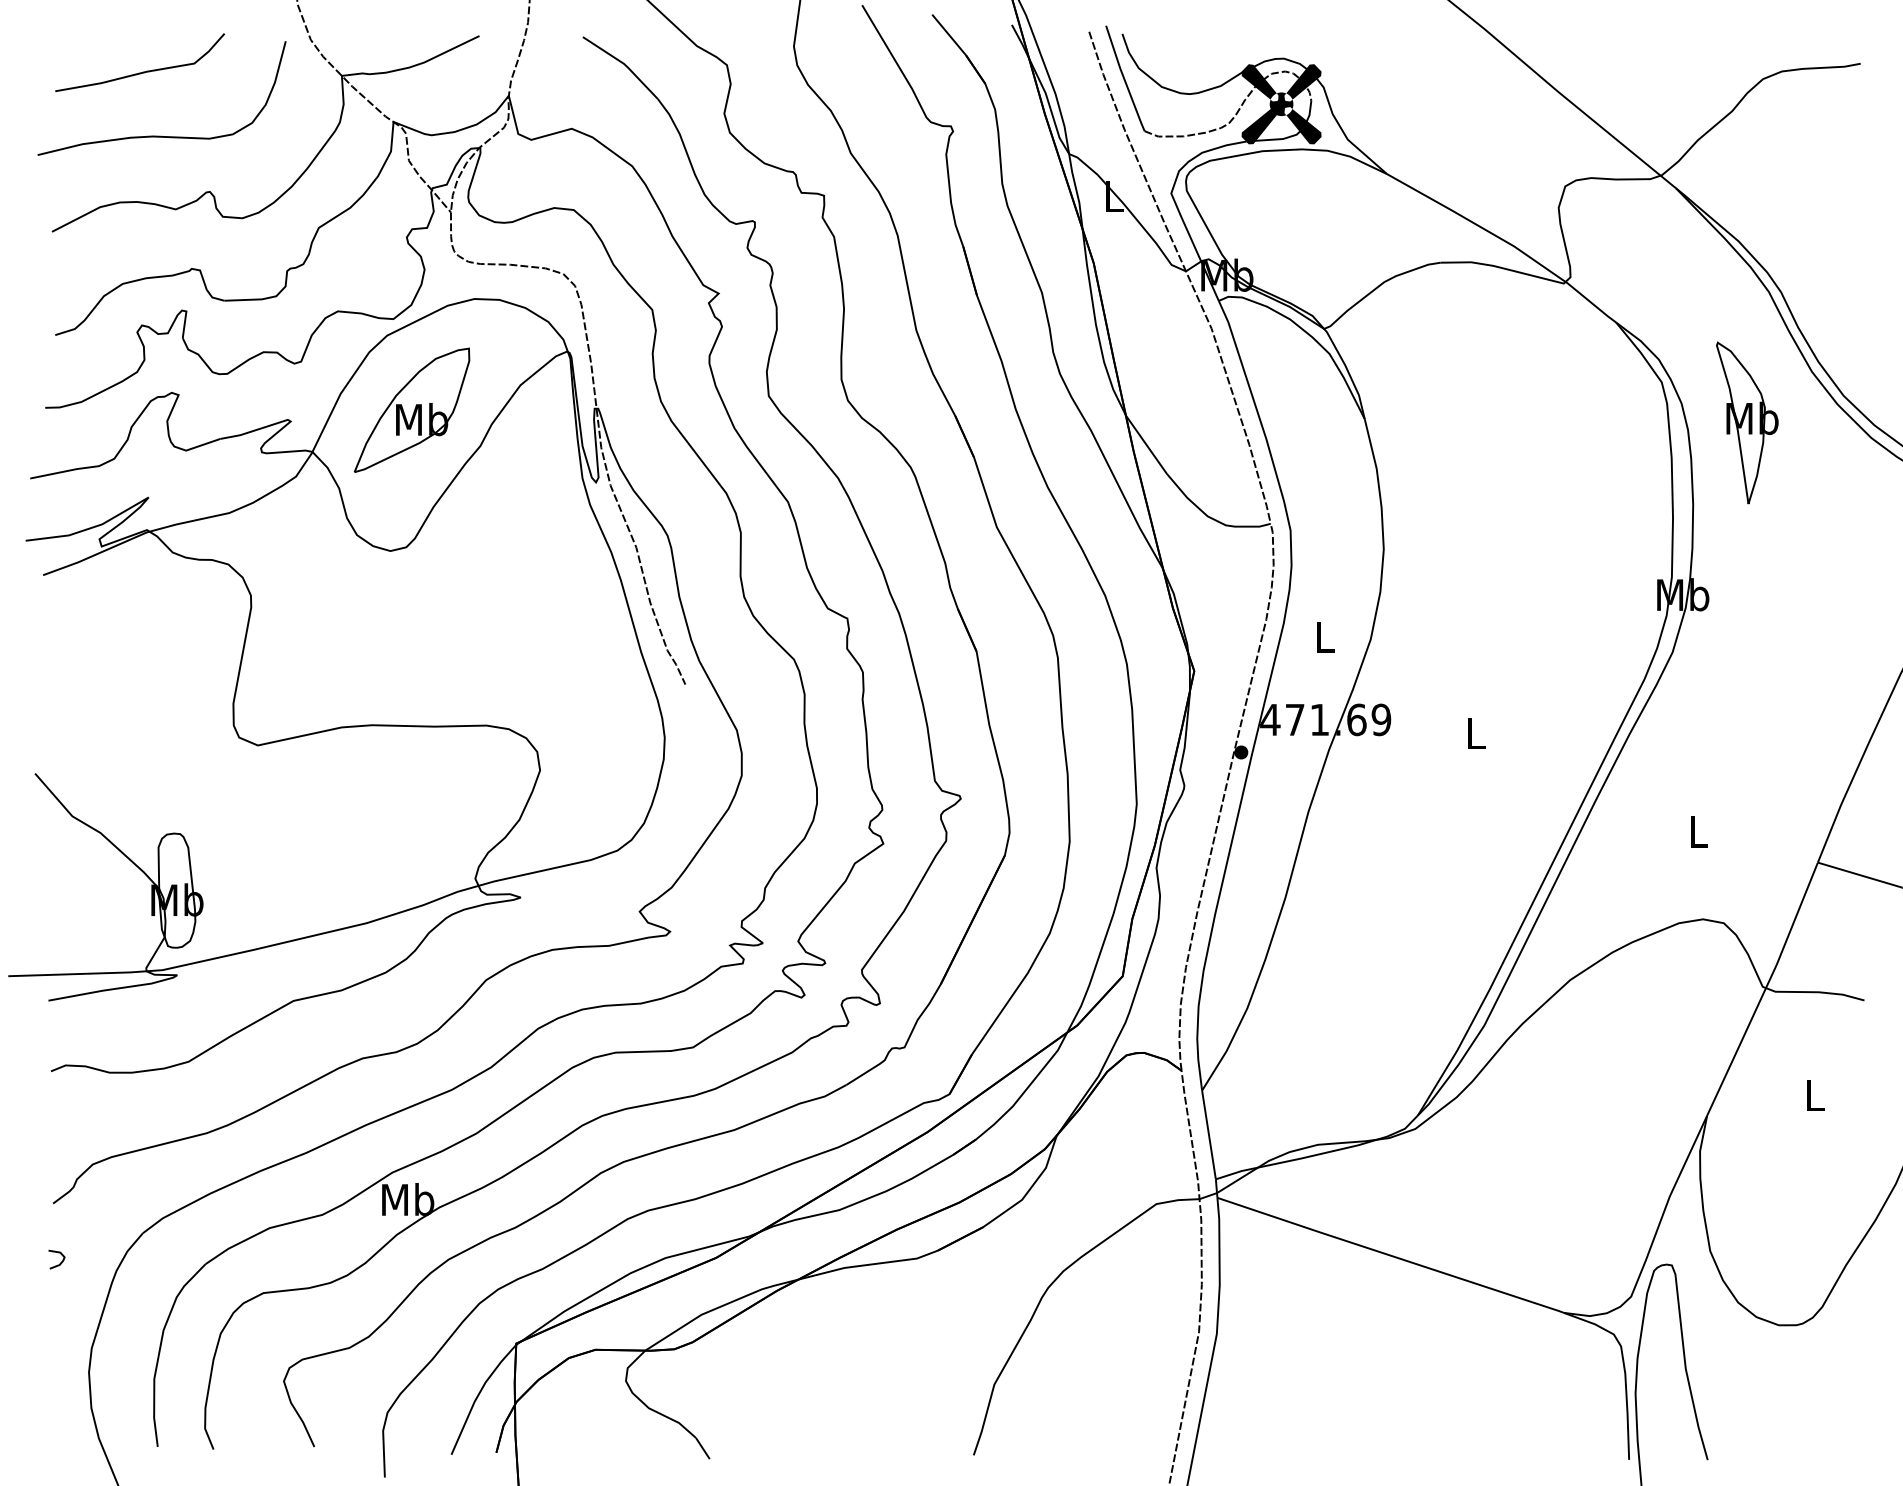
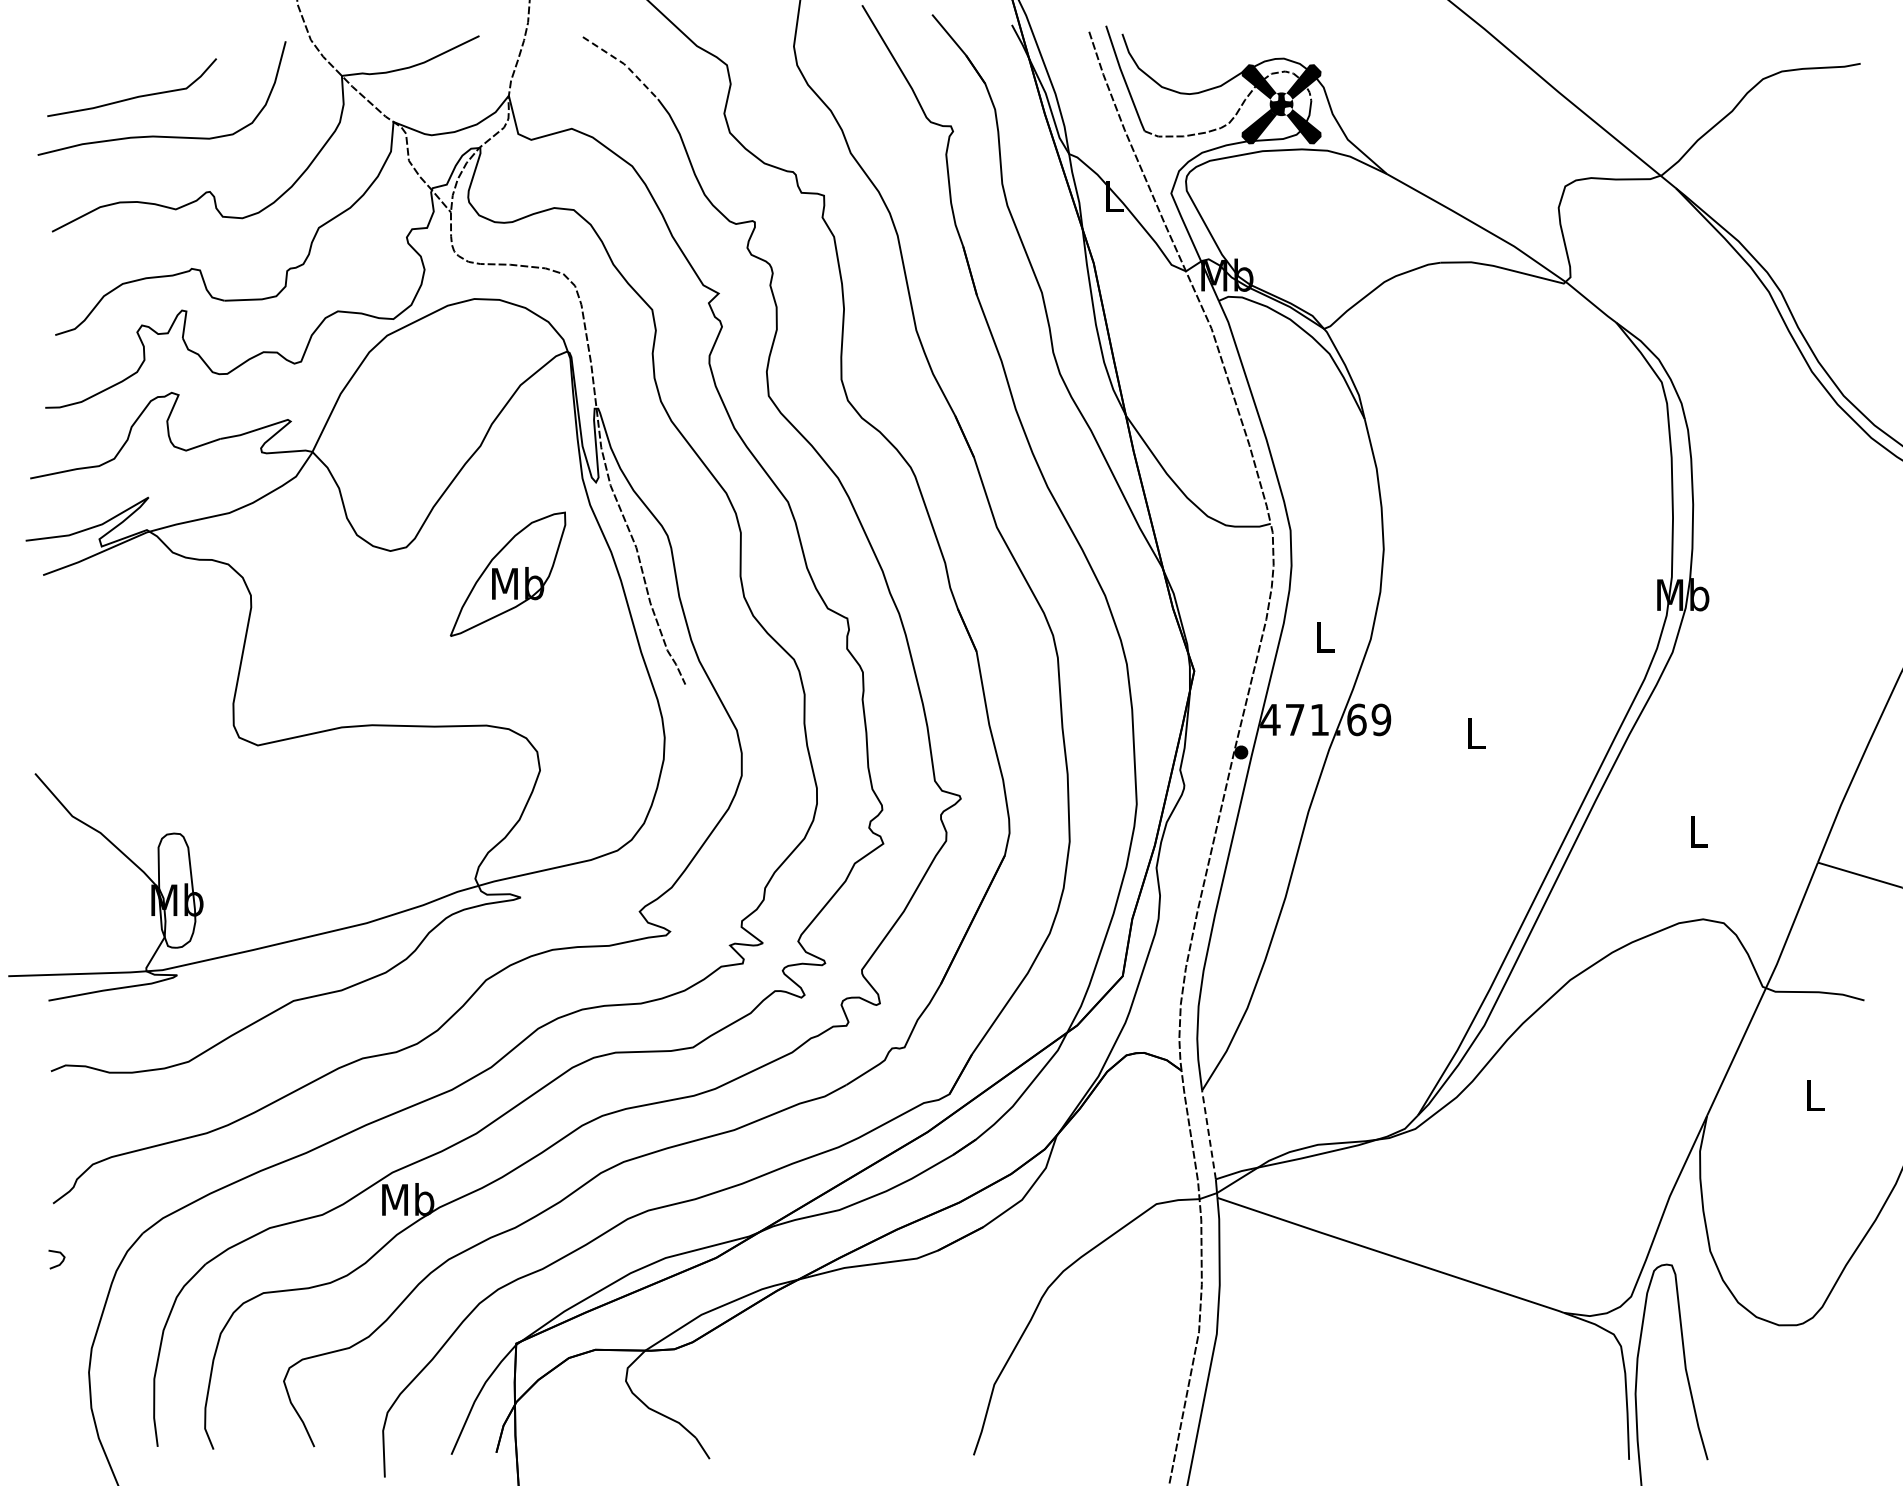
line at (624, 63): solid -> dashed
curve at (142, 71) position: (142, 71) -> (134, 96)
part at (411, 409) position: (411, 409) -> (507, 573)
part at (1747, 422): present -> none
line at (1208, 1134): solid -> dashed
